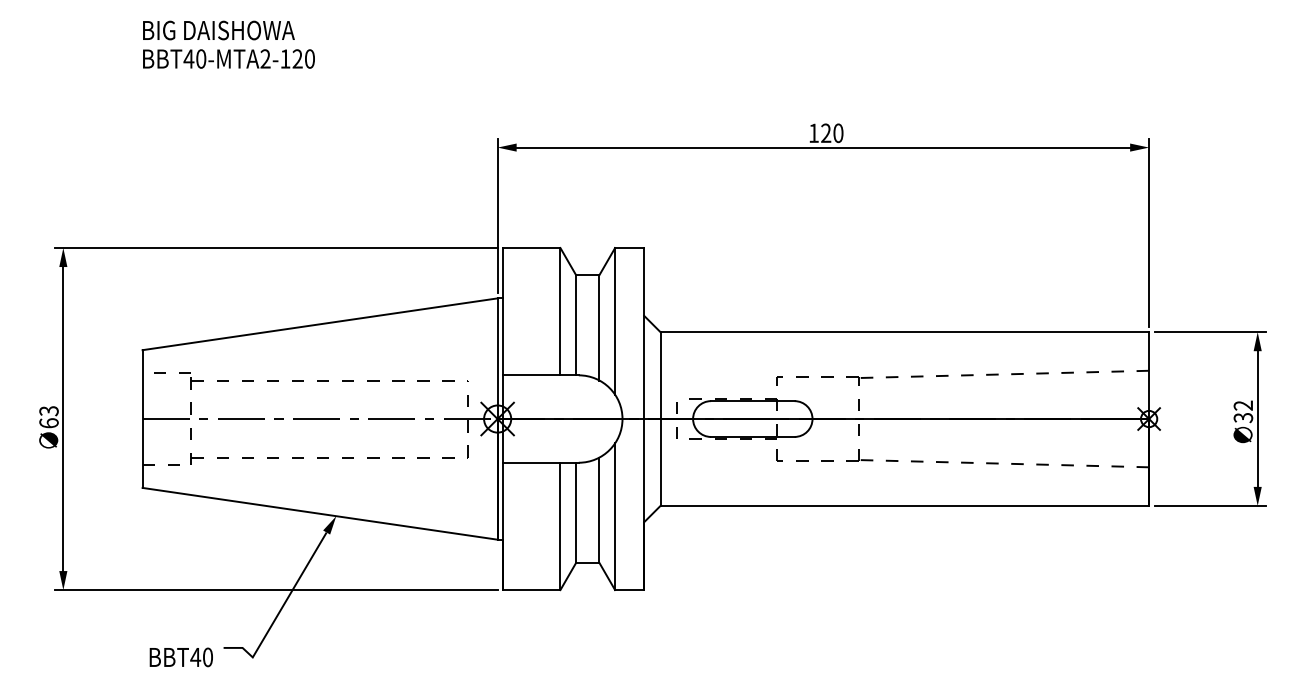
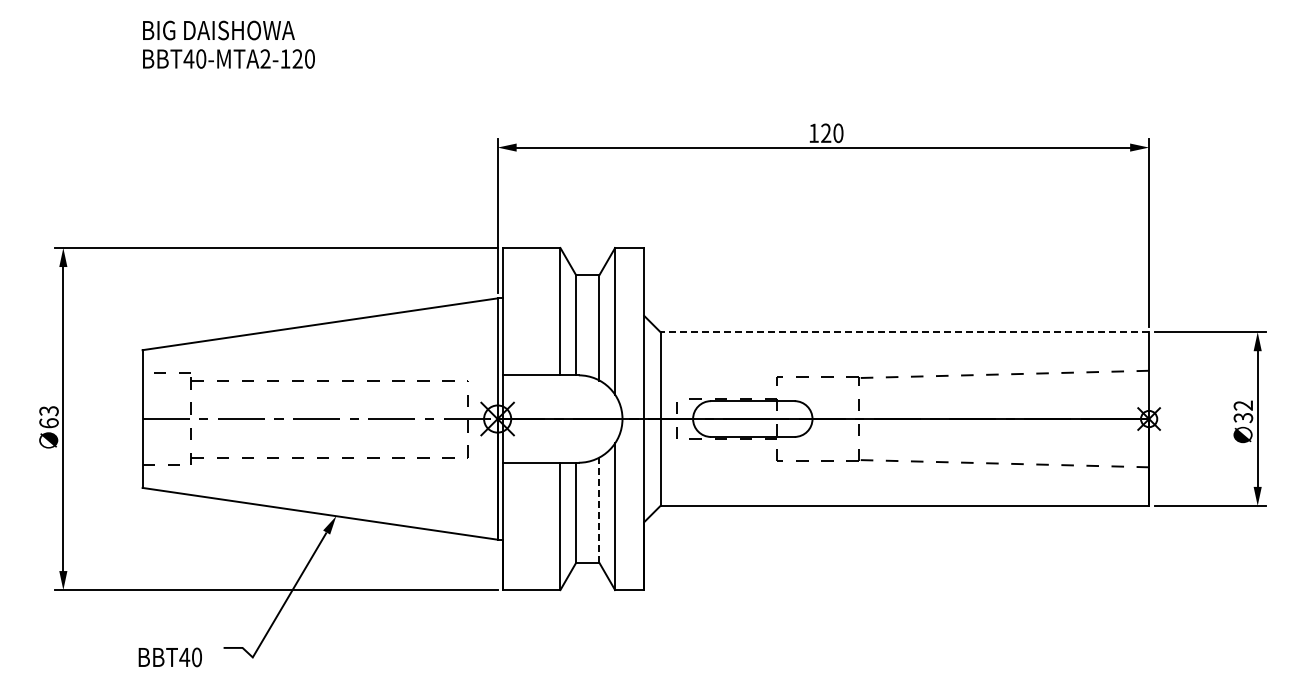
line at (904, 332): solid -> dashed
line at (599, 510): solid -> dashed
text at (180, 657) position: (180, 657) -> (169, 657)
